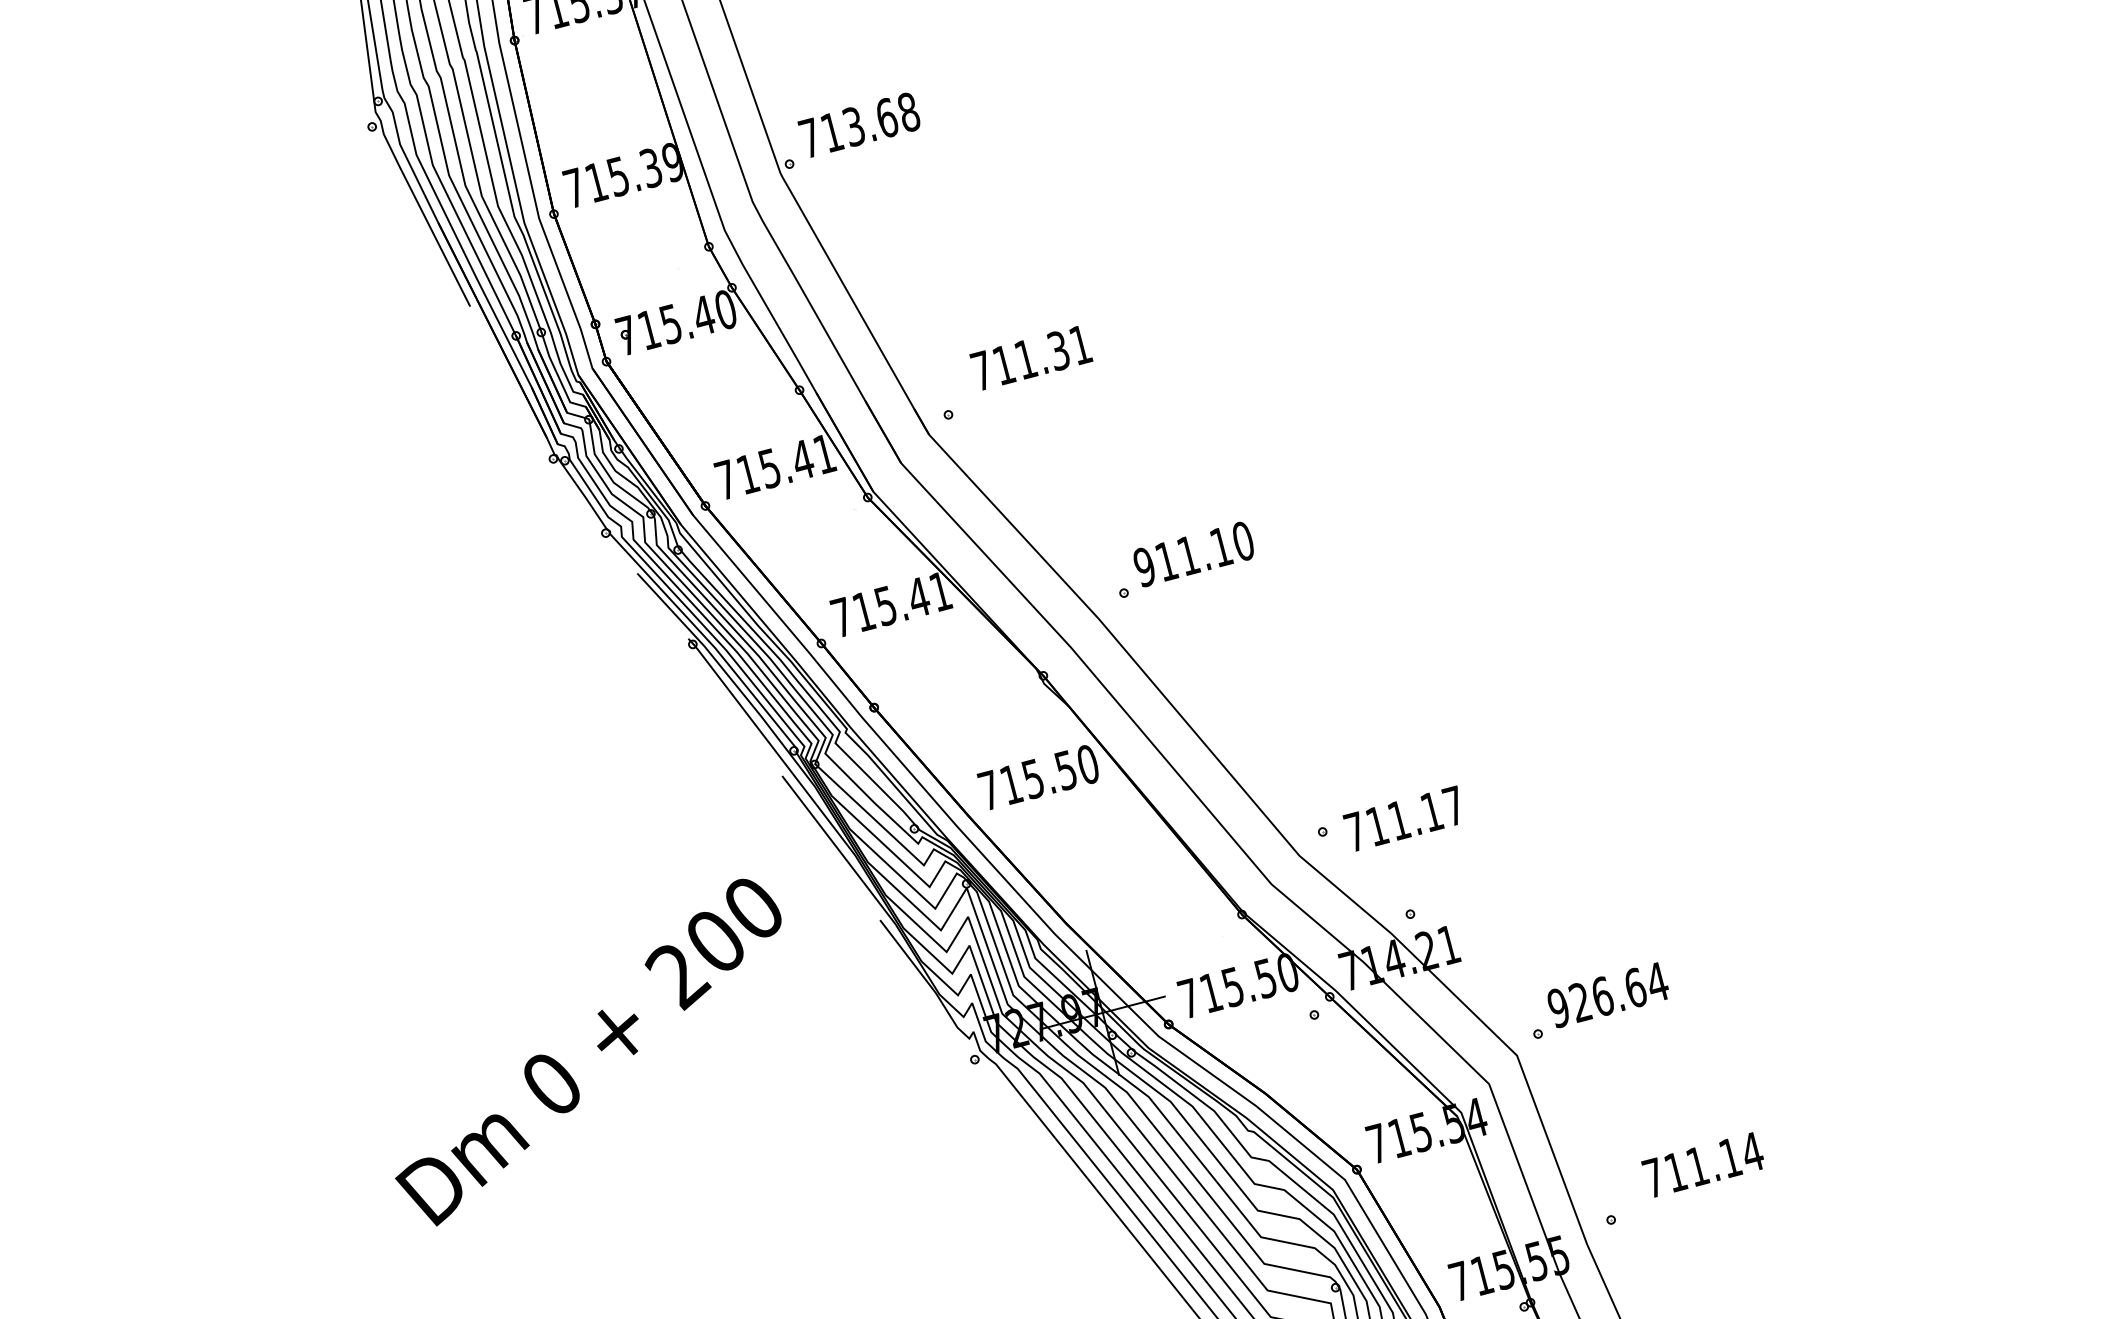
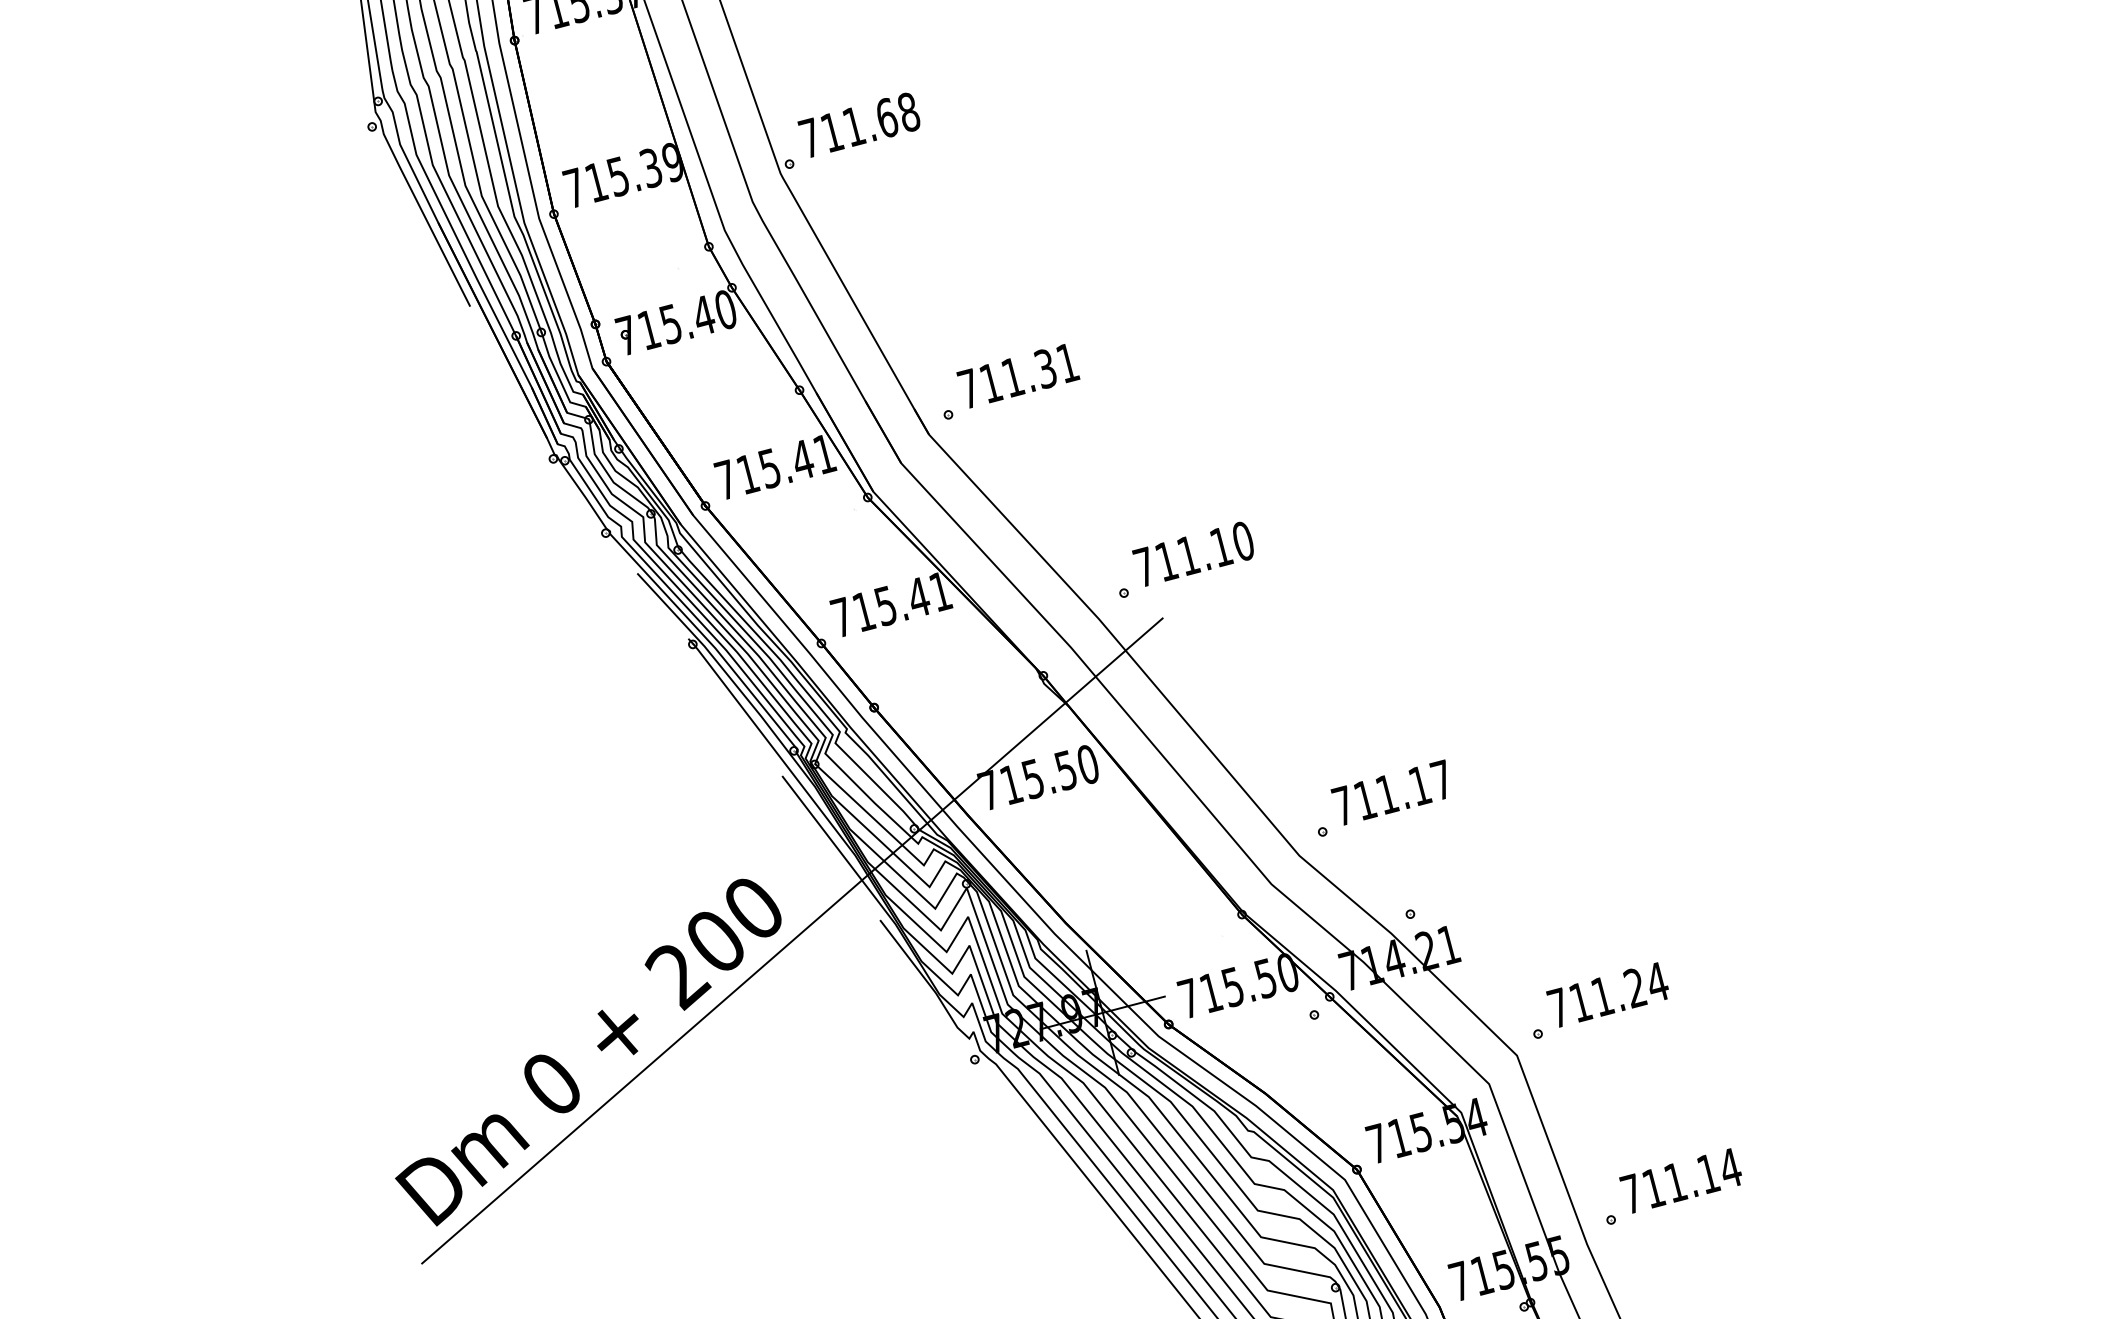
text at (854, 126): 713.68 -> 711.68
text at (1031, 358) position: (1031, 358) -> (1018, 376)
text at (1143, 566): 911.10 -> 711.10
text at (1399, 818) position: (1399, 818) -> (1387, 792)
line at (792, 940): none -> present
text at (1596, 997): 926.64 -> 711.24
text at (1702, 1164) position: (1702, 1164) -> (1680, 1180)
